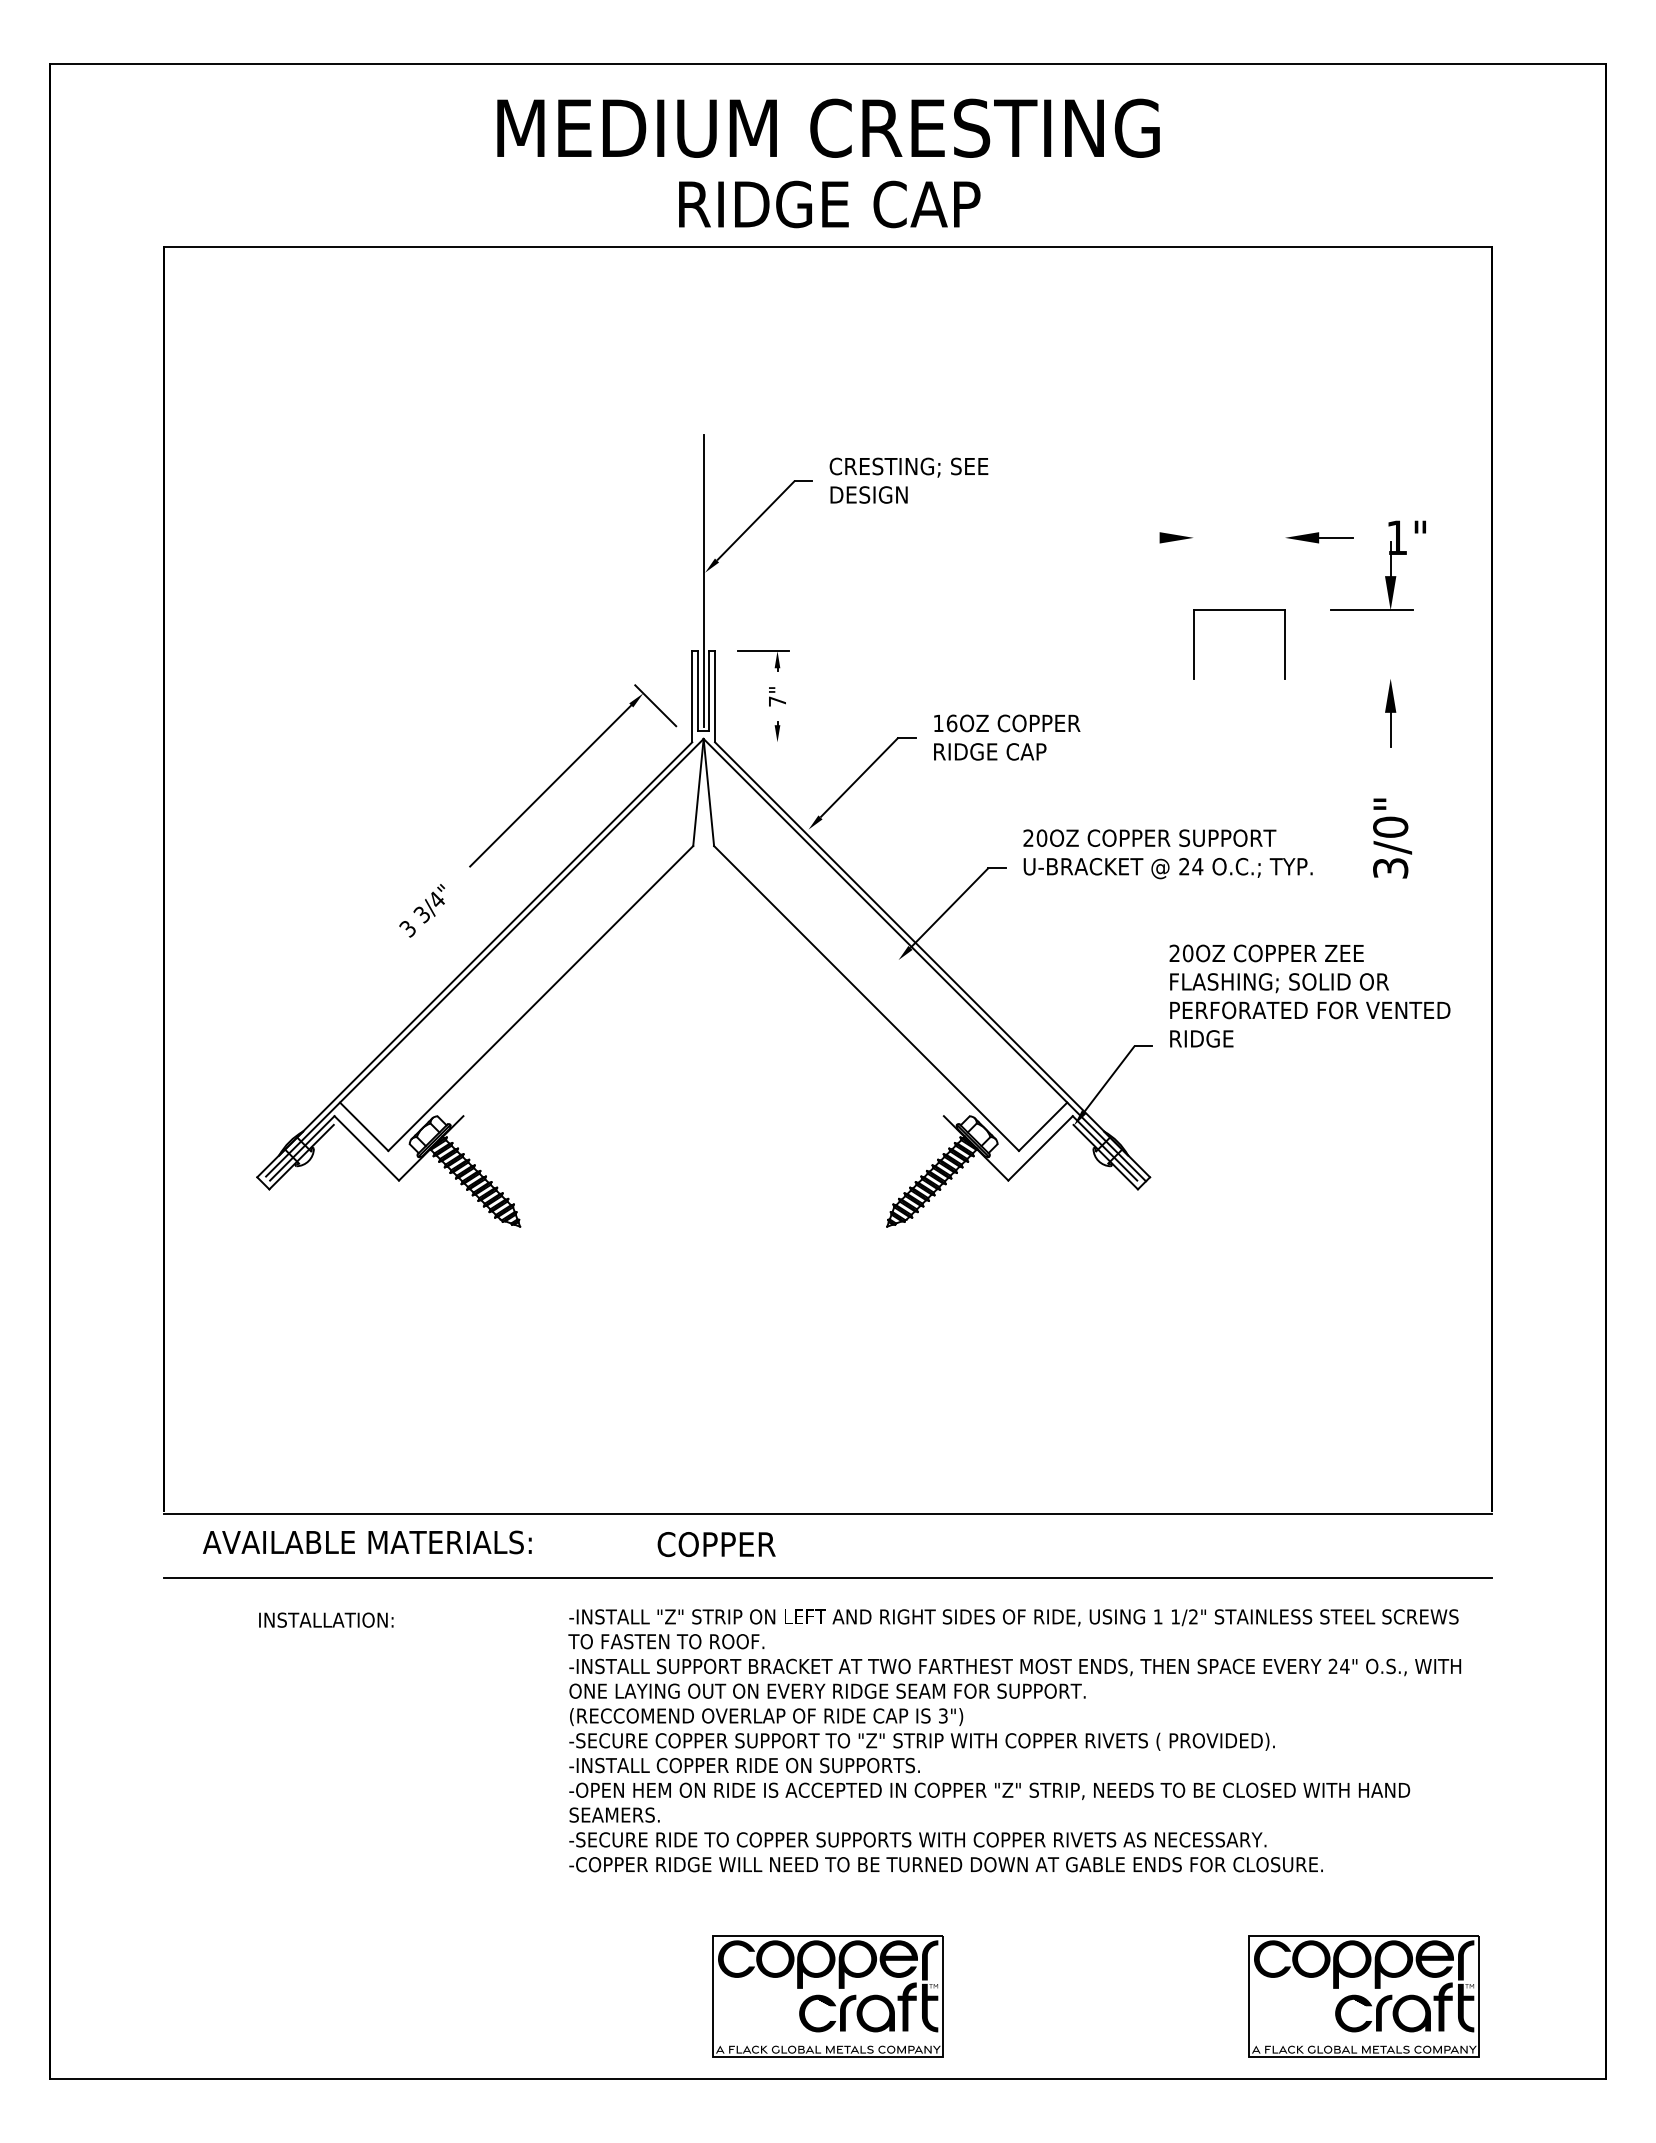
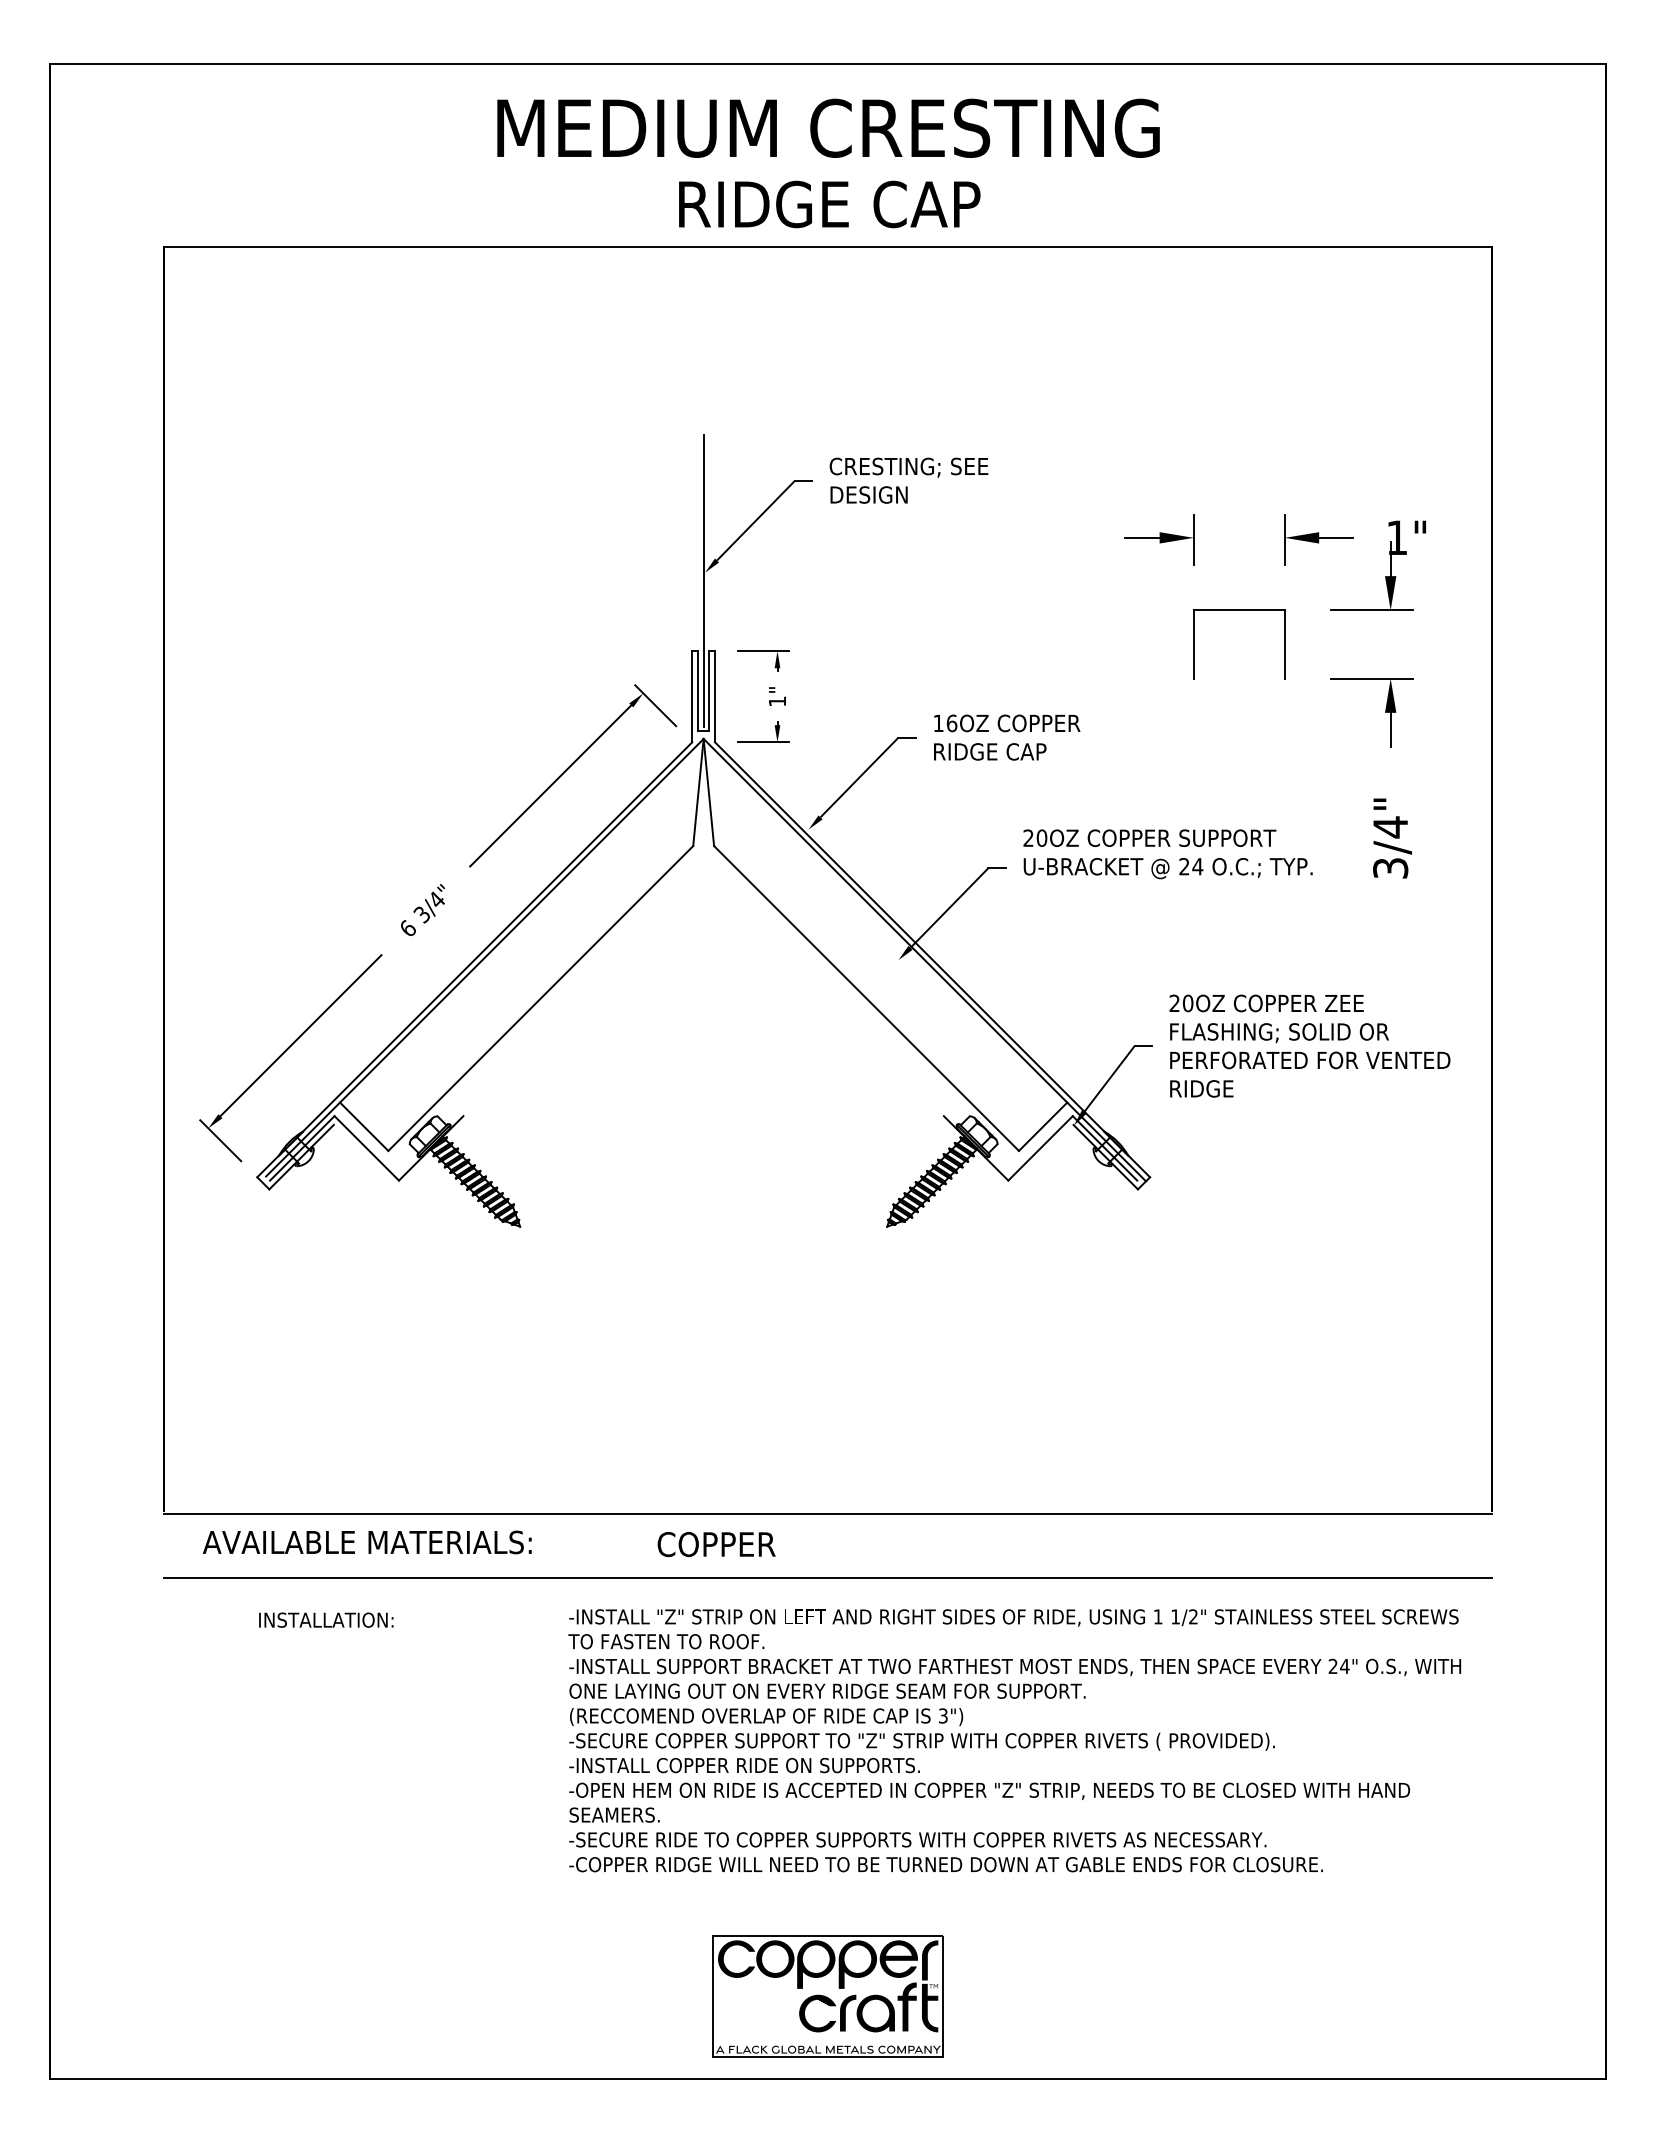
line at (1142, 537): none -> present
line at (1193, 539): none -> present
line at (1284, 539): none -> present
line at (1371, 678): none -> present
text at (777, 701): 7" -> 1"
line at (762, 742): none -> present
text at (1390, 827): 3/0" -> 3/4"
text at (407, 928): 3 -> 6
text at (1309, 995) position: (1309, 995) -> (1309, 1045)
part at (285, 1052): none -> present
part at (1363, 1996): present -> none
